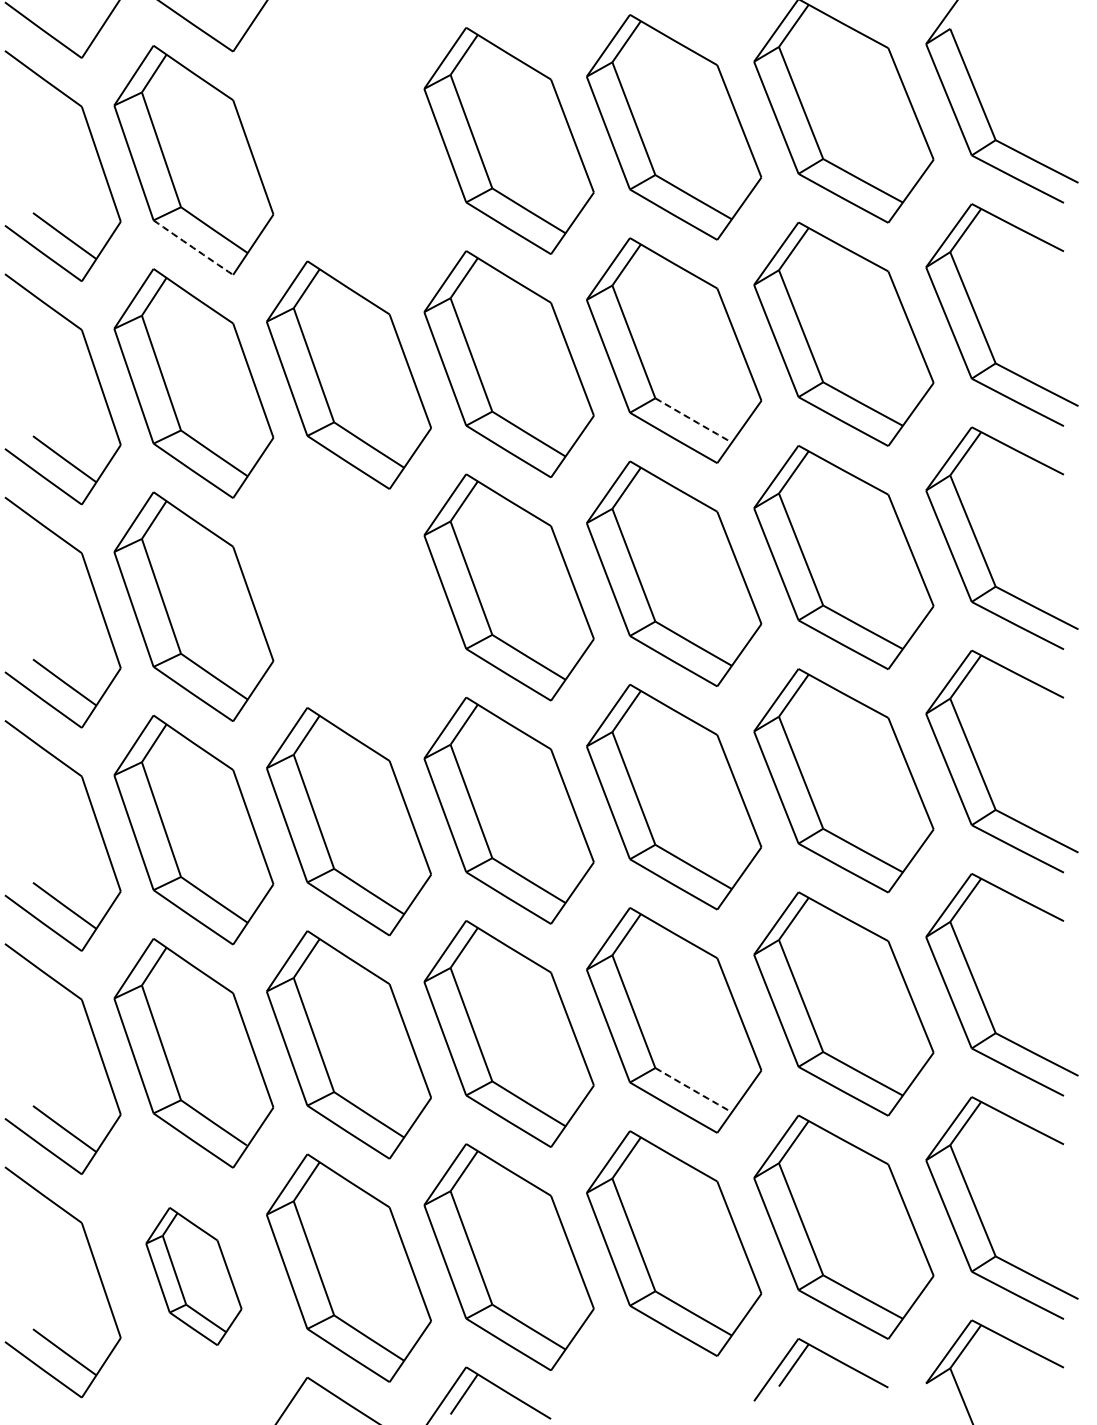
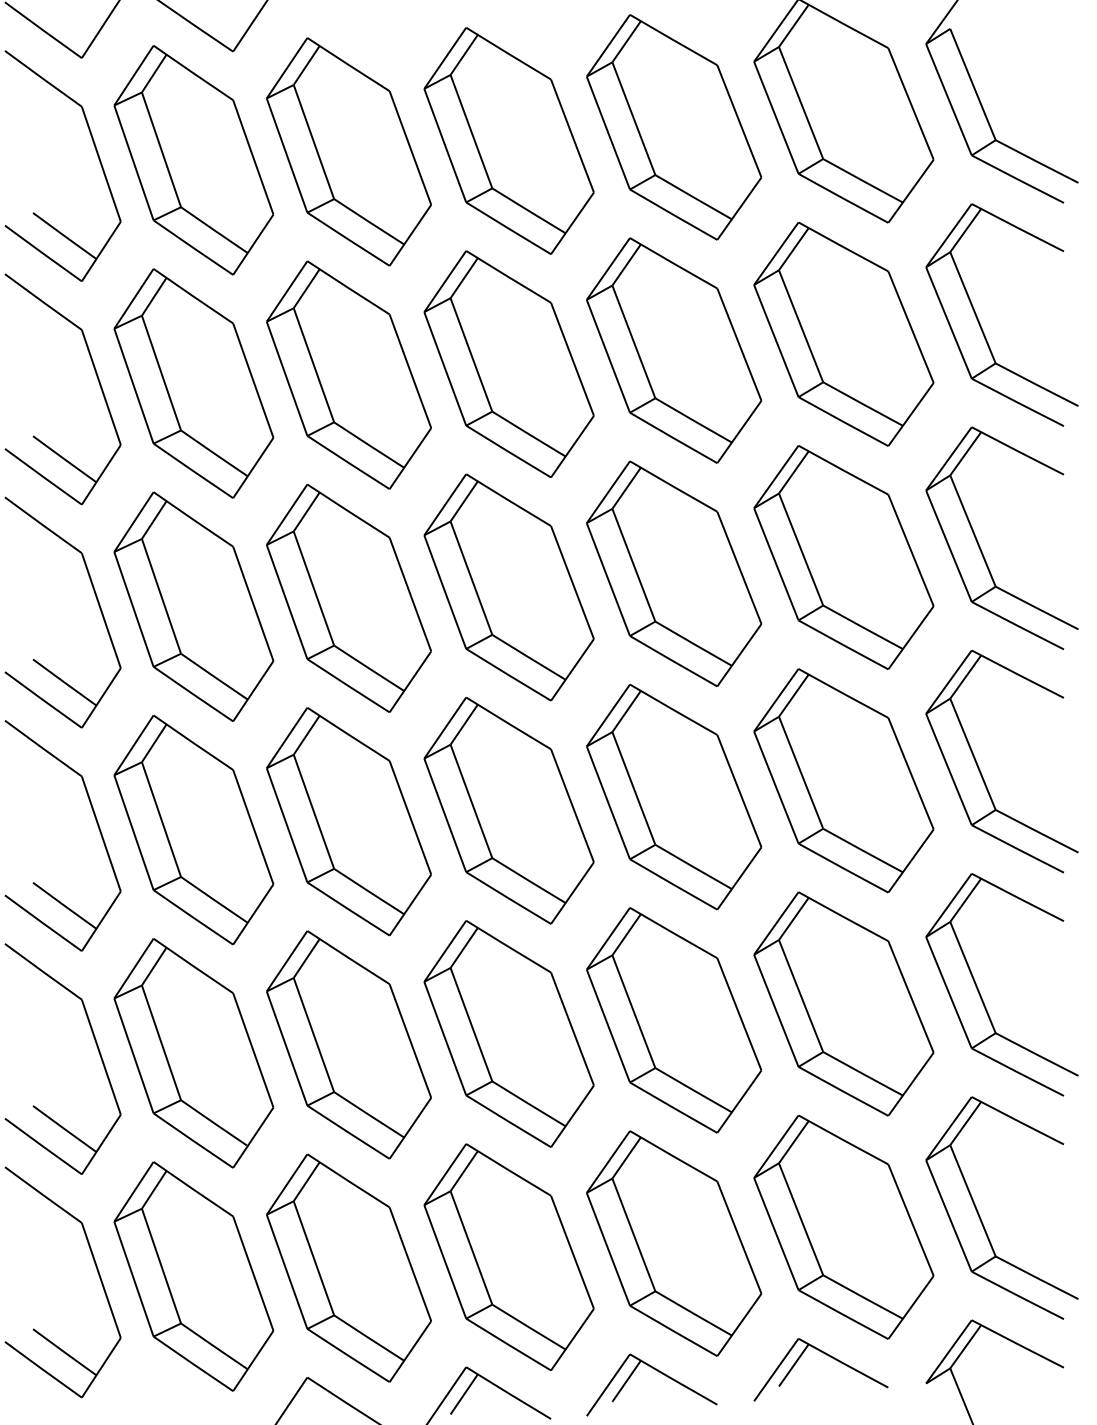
part at (348, 151): none -> present
arc at (193, 247): dashed -> solid
arc at (693, 420): dashed -> solid
part at (348, 598): none -> present
arc at (693, 1090): dashed -> solid
part at (193, 1276) size: 98x139 px -> 162x231 px
part at (660, 1373): none -> present
